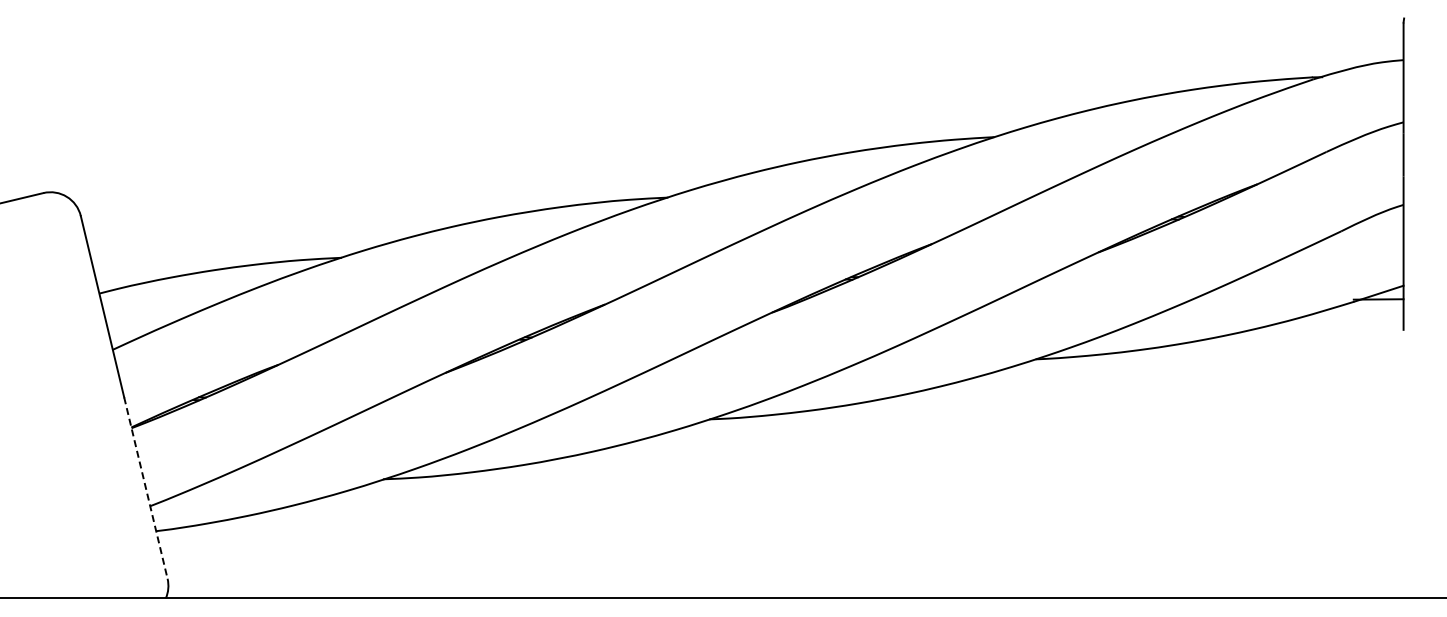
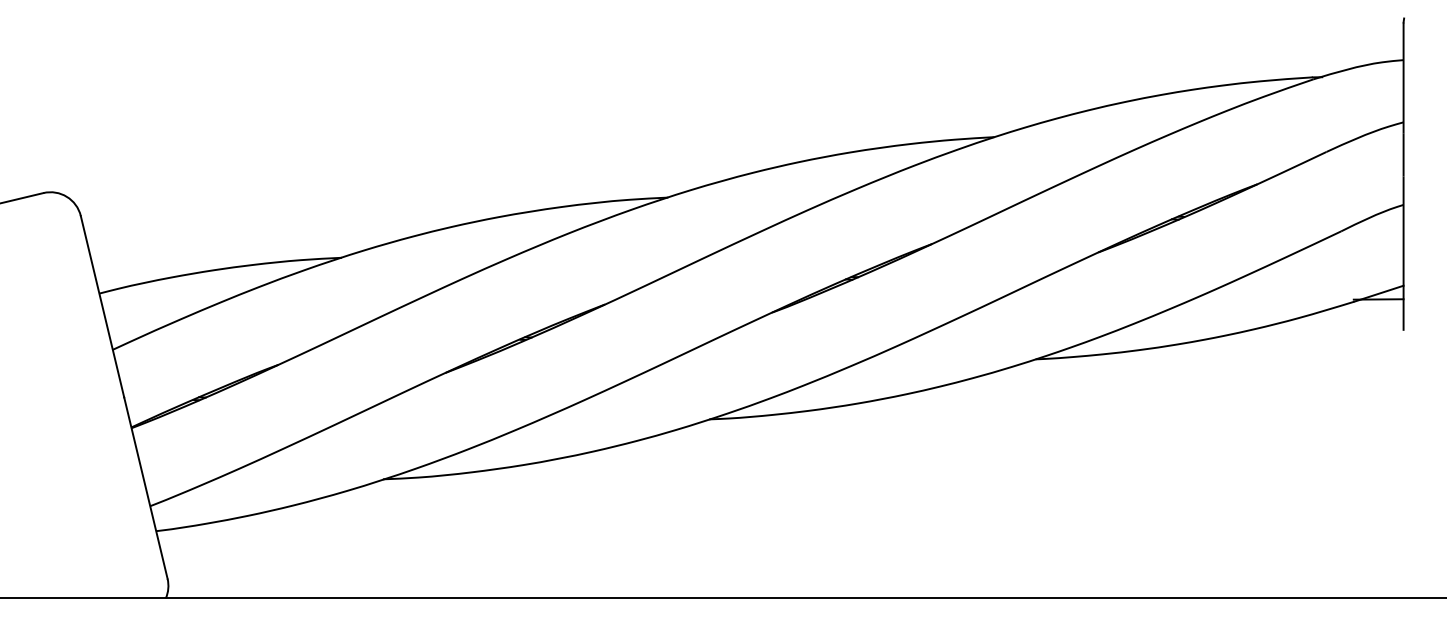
line at (146, 488): dashed -> solid
